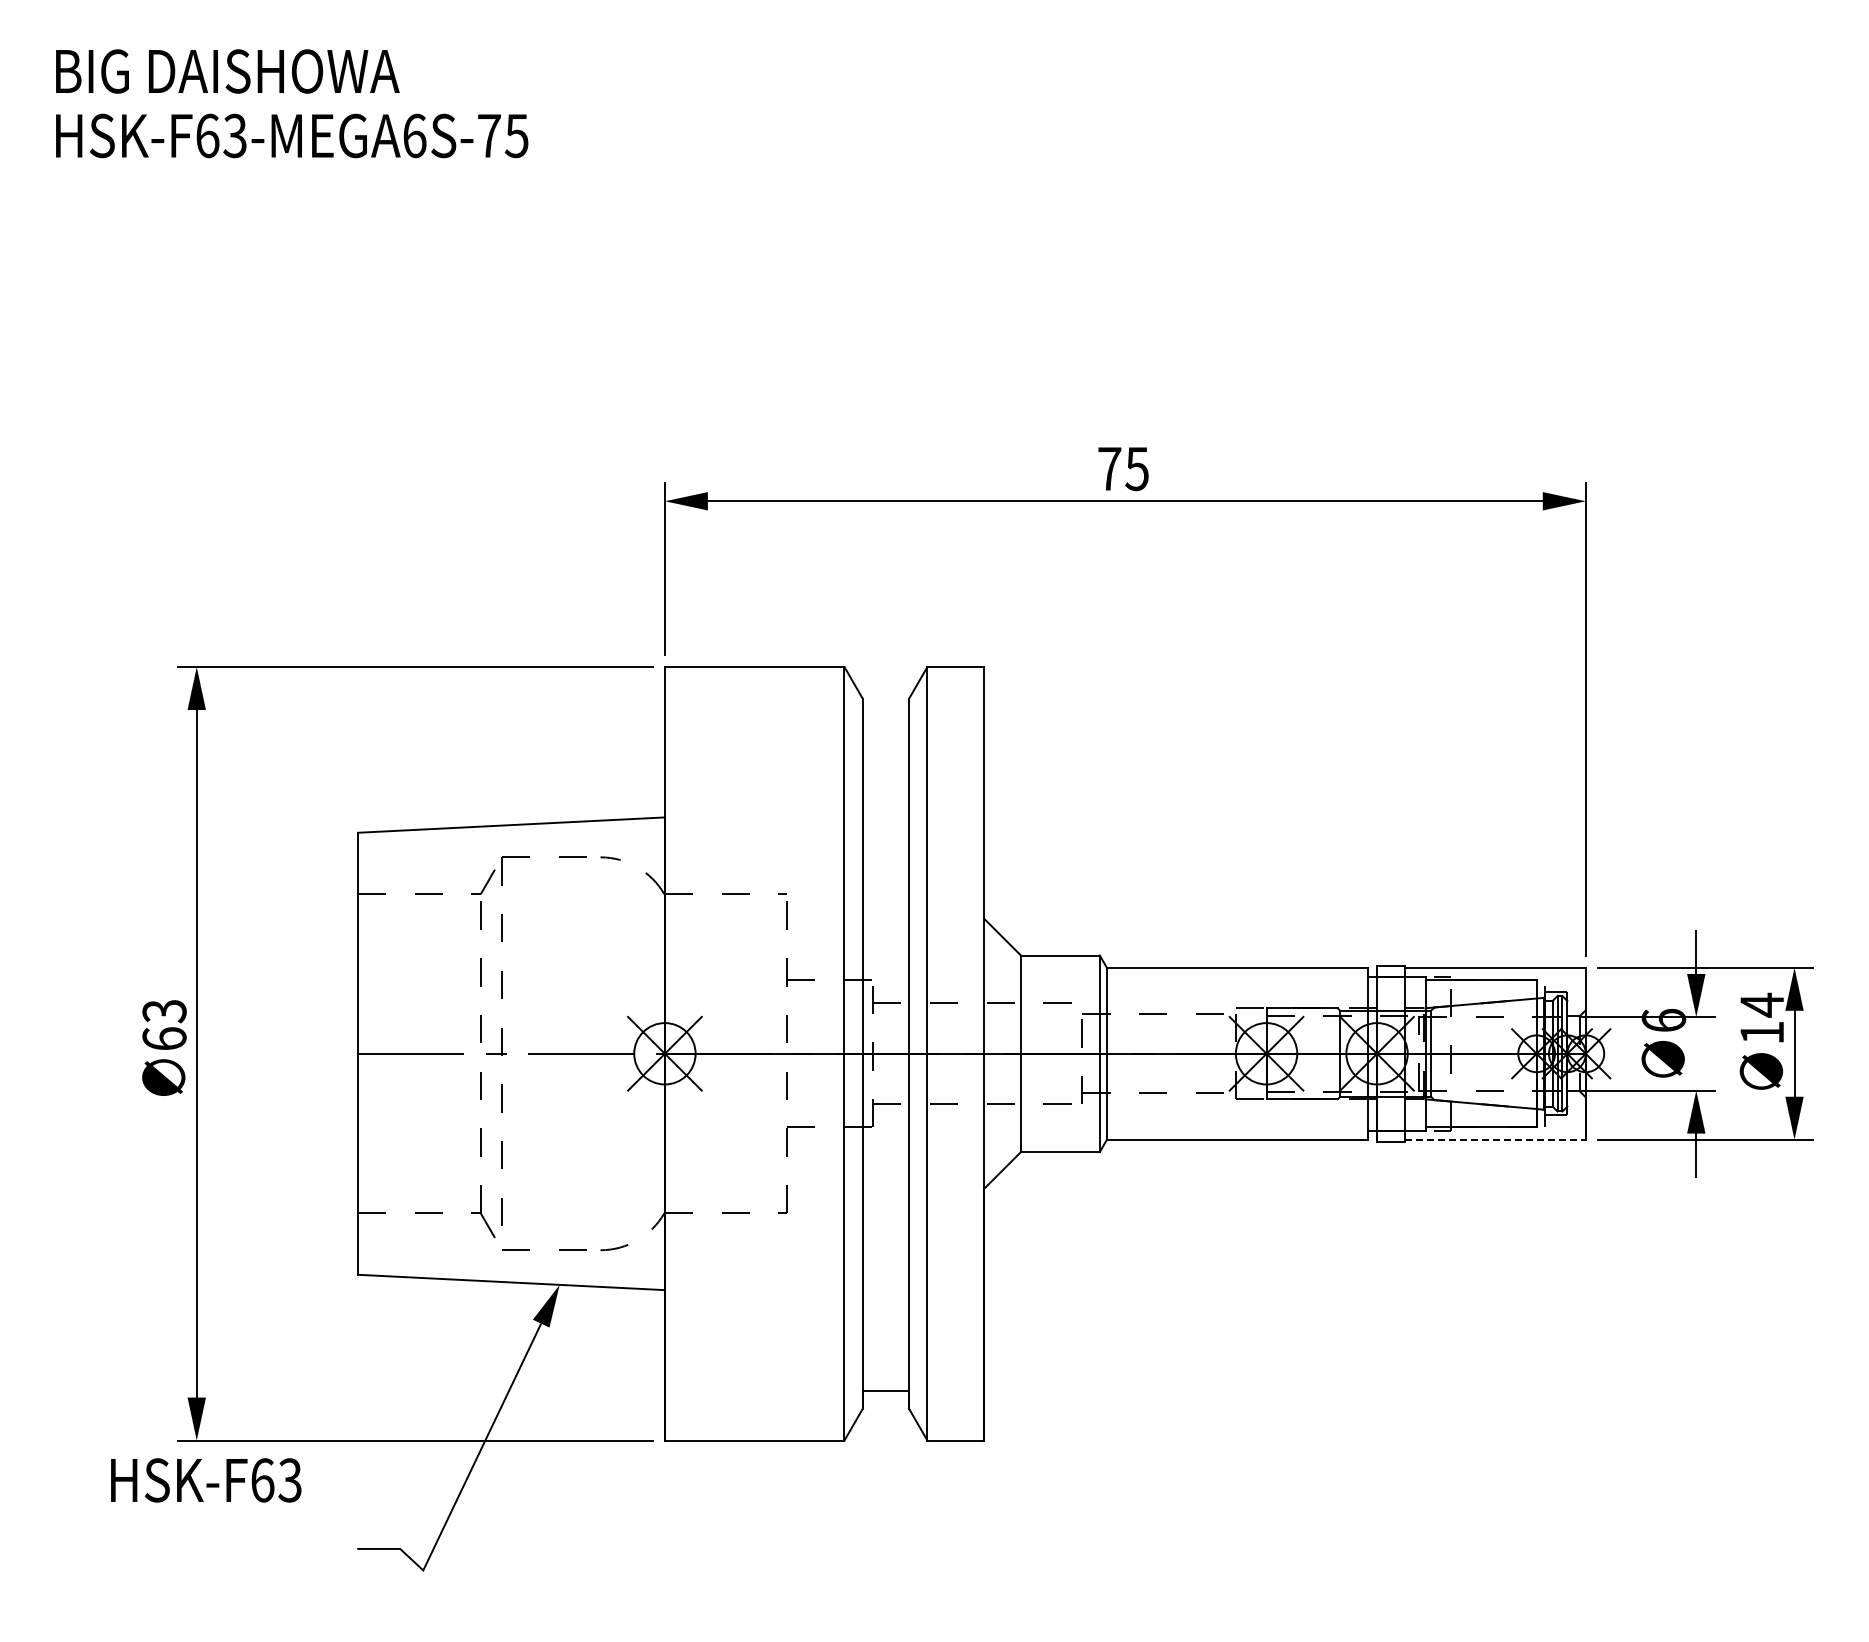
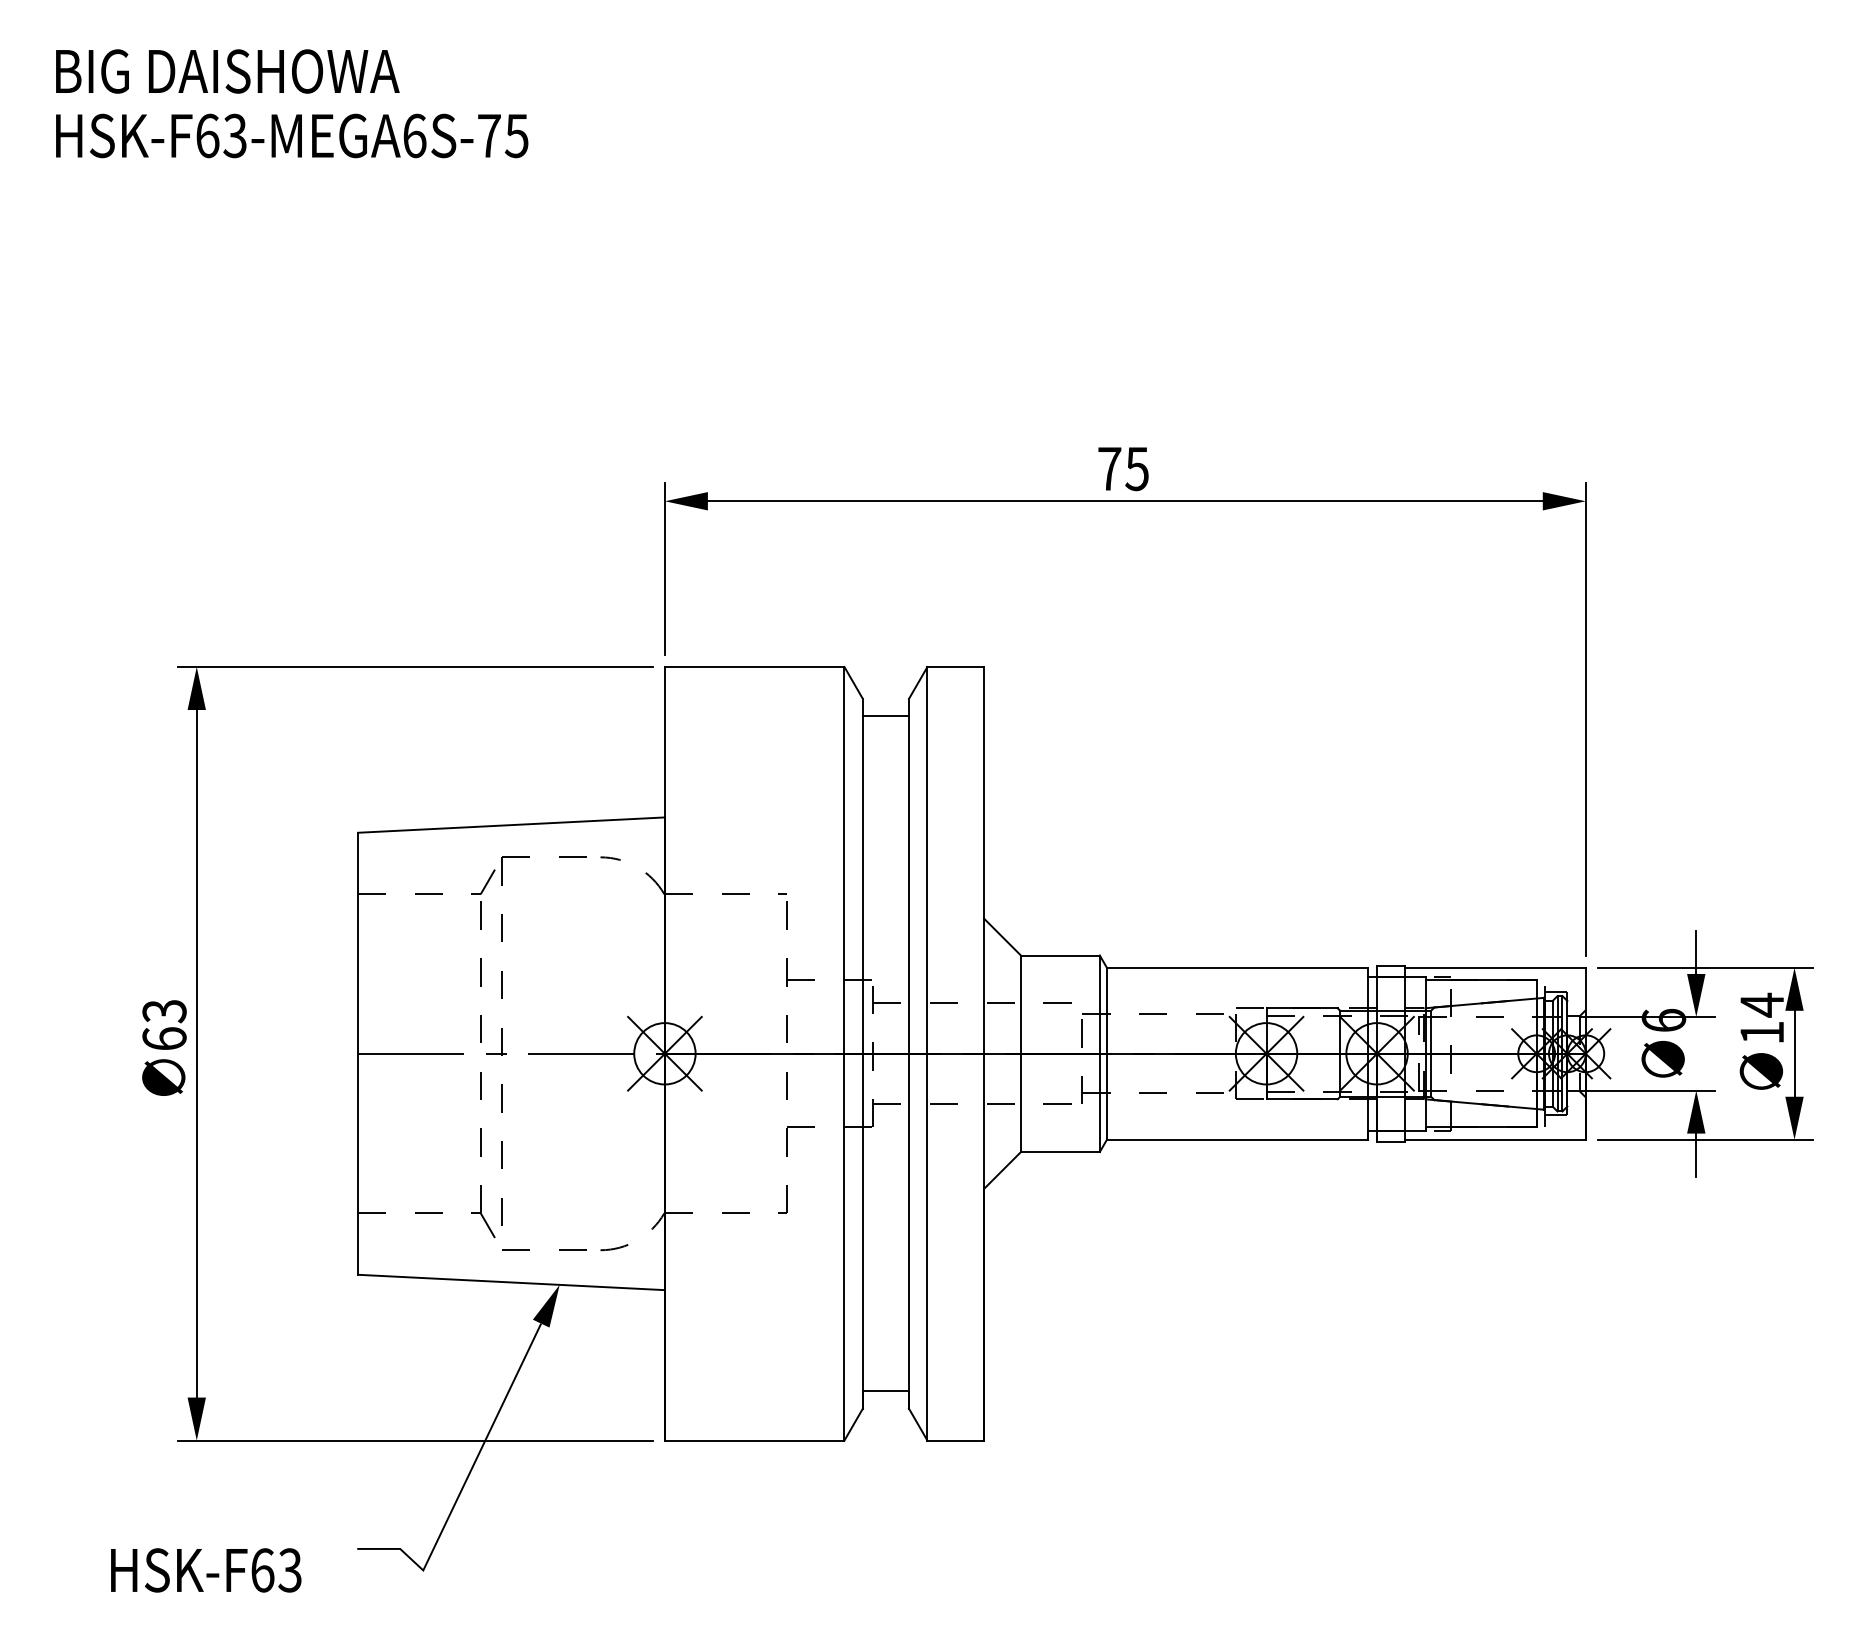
line at (885, 716): none -> present
line at (1496, 1139): dashed -> solid
text at (206, 1480) position: (206, 1480) -> (206, 1570)
